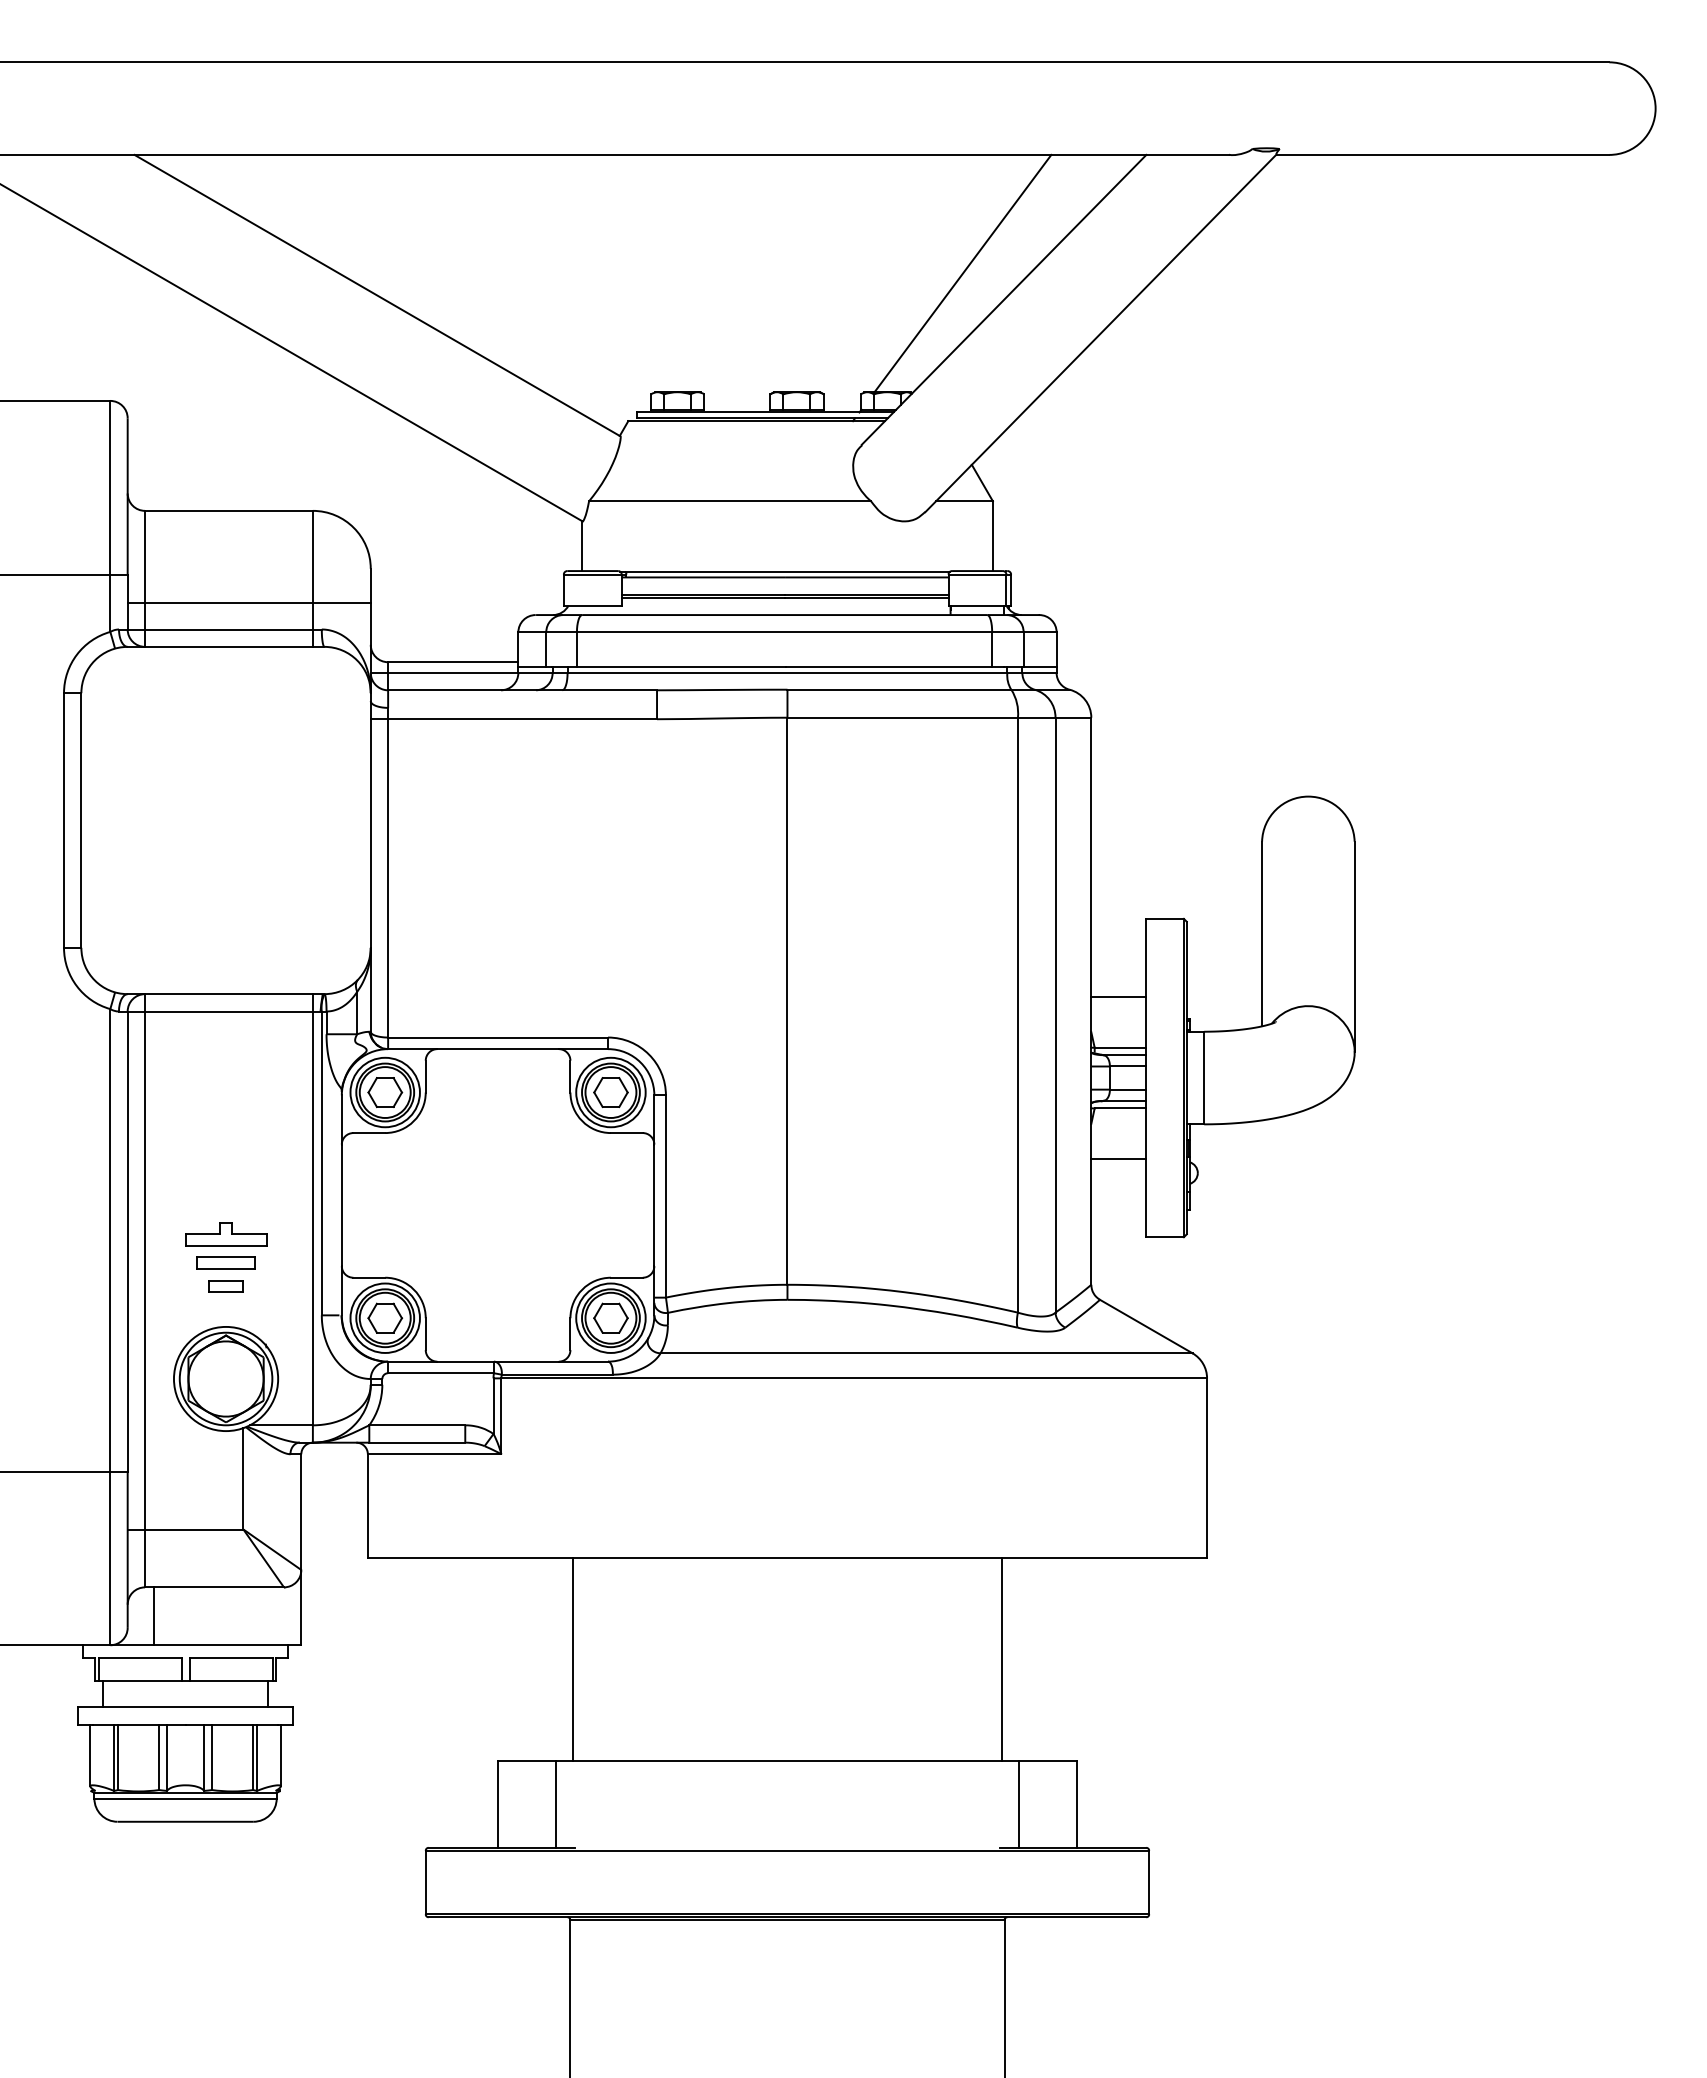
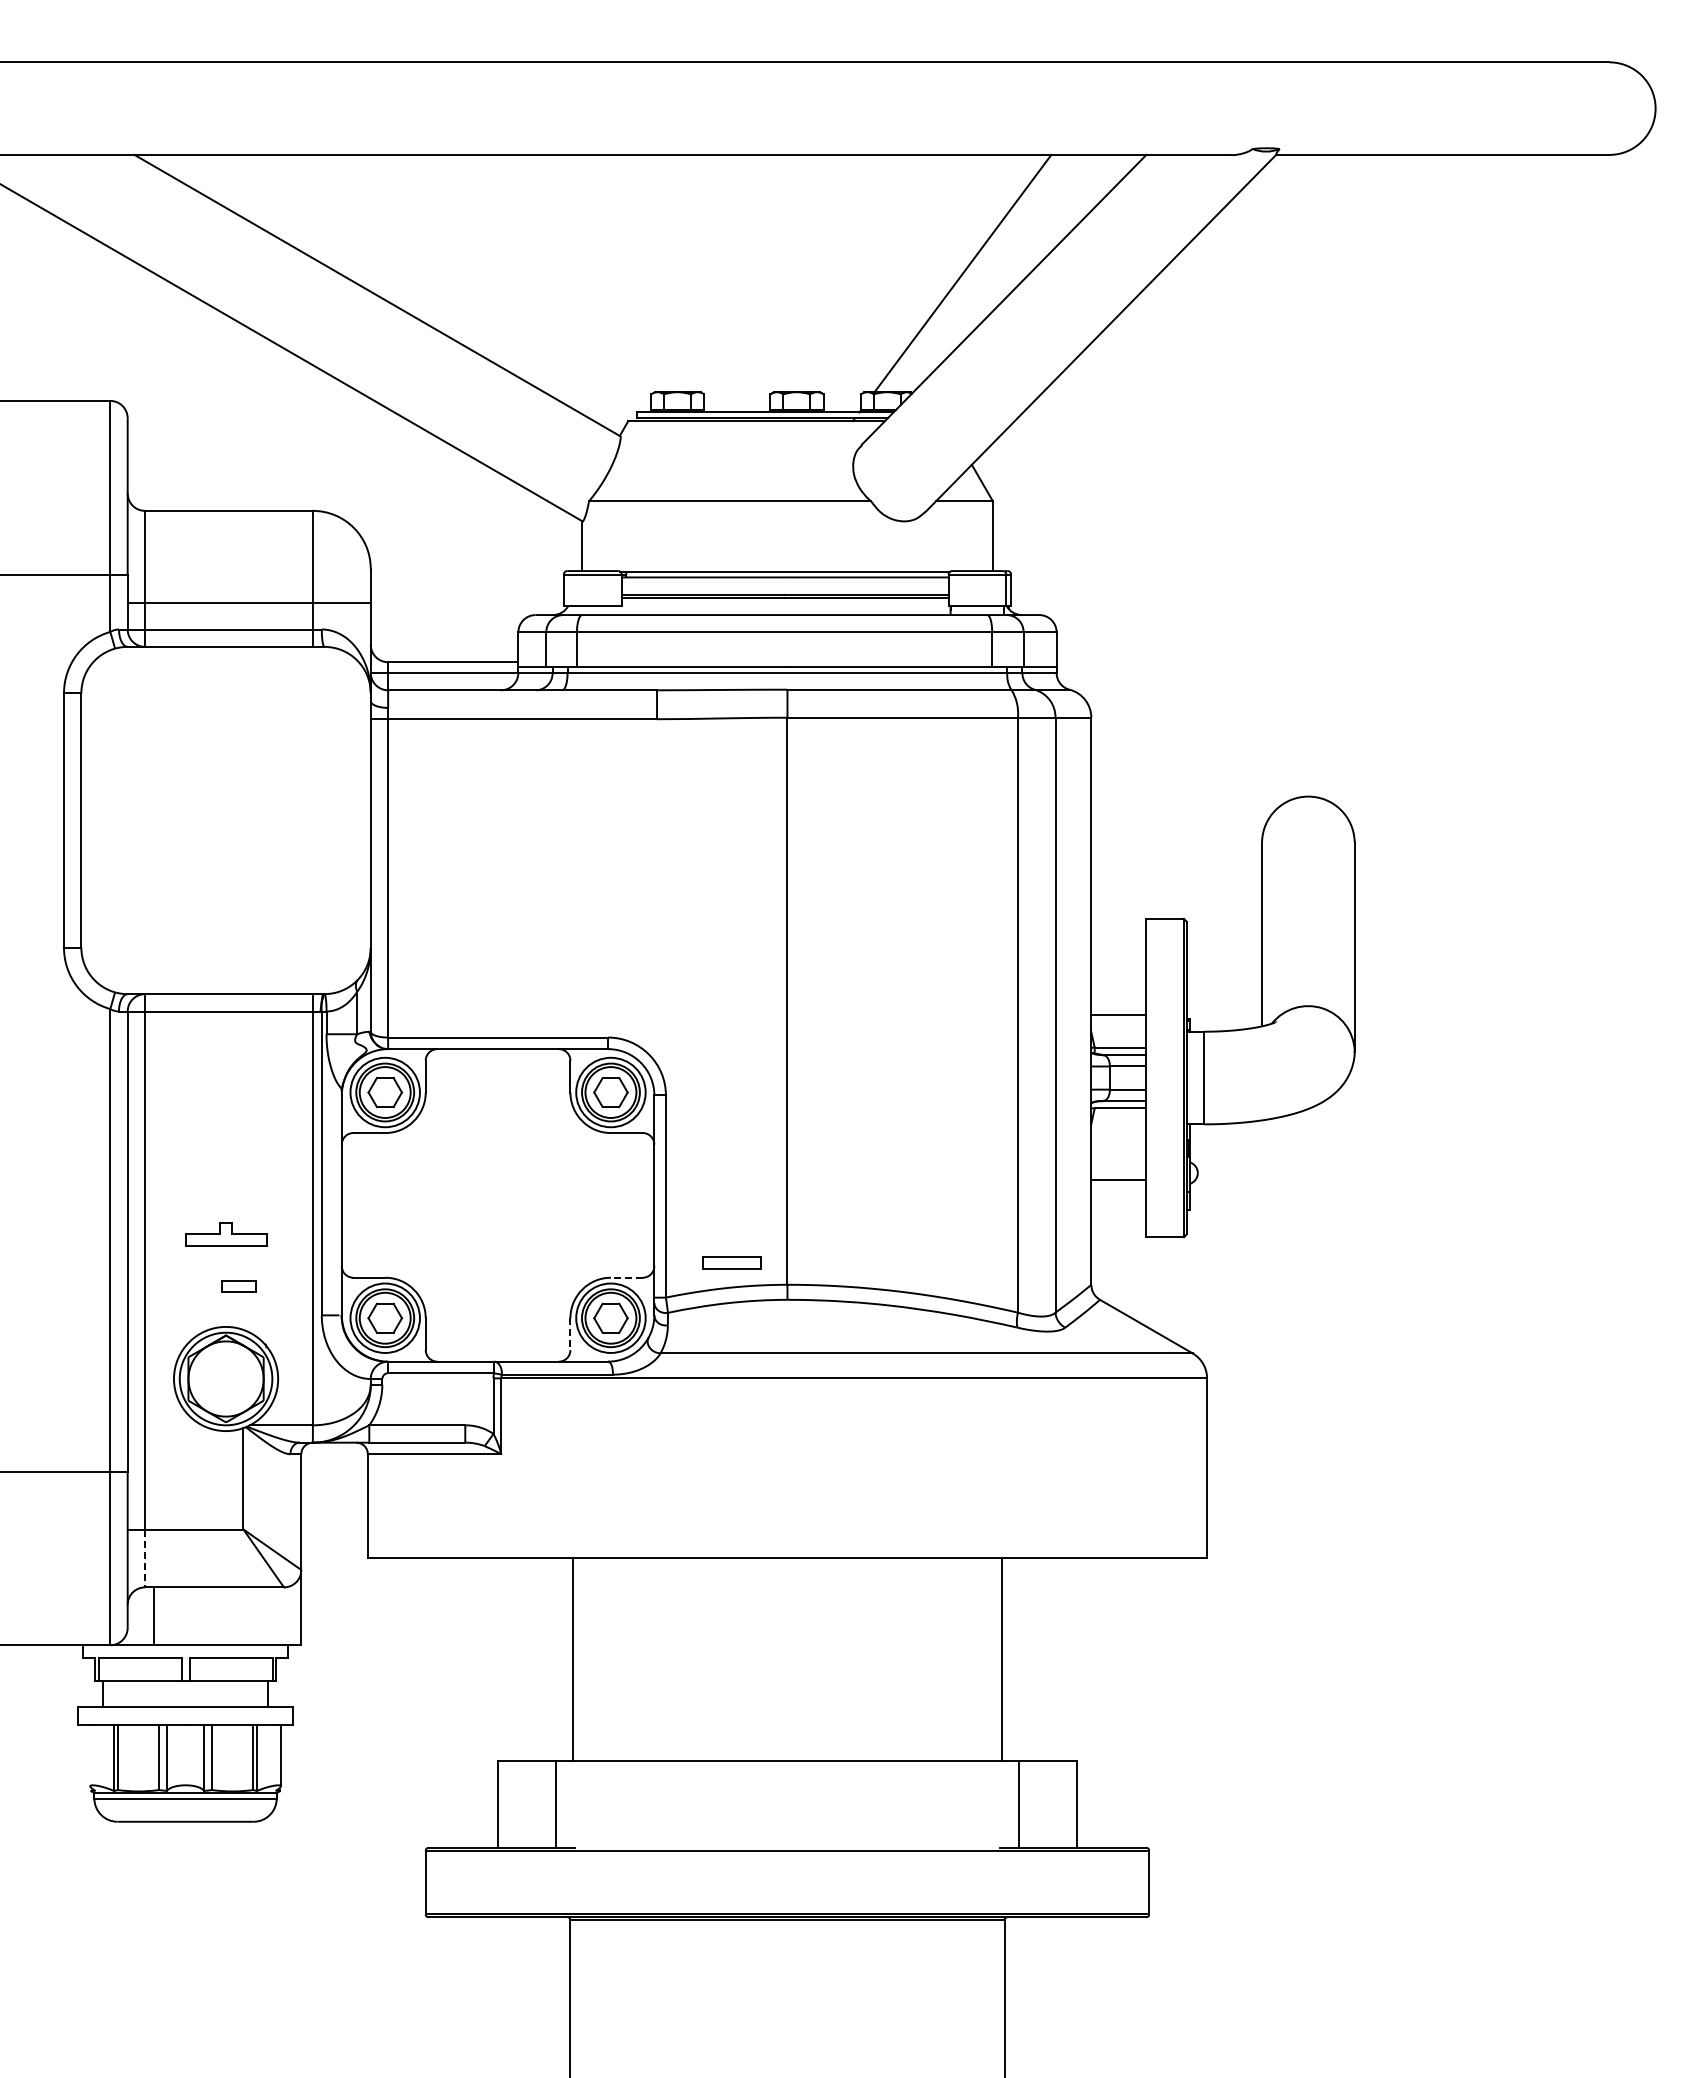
line at (1118, 997) position: (1118, 997) -> (1118, 1015)
line at (1118, 1159) position: (1118, 1159) -> (1118, 1180)
part at (225, 1262) position: (225, 1262) -> (731, 1262)
line at (626, 1277): solid -> dashed
part at (225, 1286) position: (225, 1286) -> (238, 1286)
line at (570, 1334): solid -> dashed
line at (145, 1558): solid -> dashed
line at (90, 1755): present -> none
